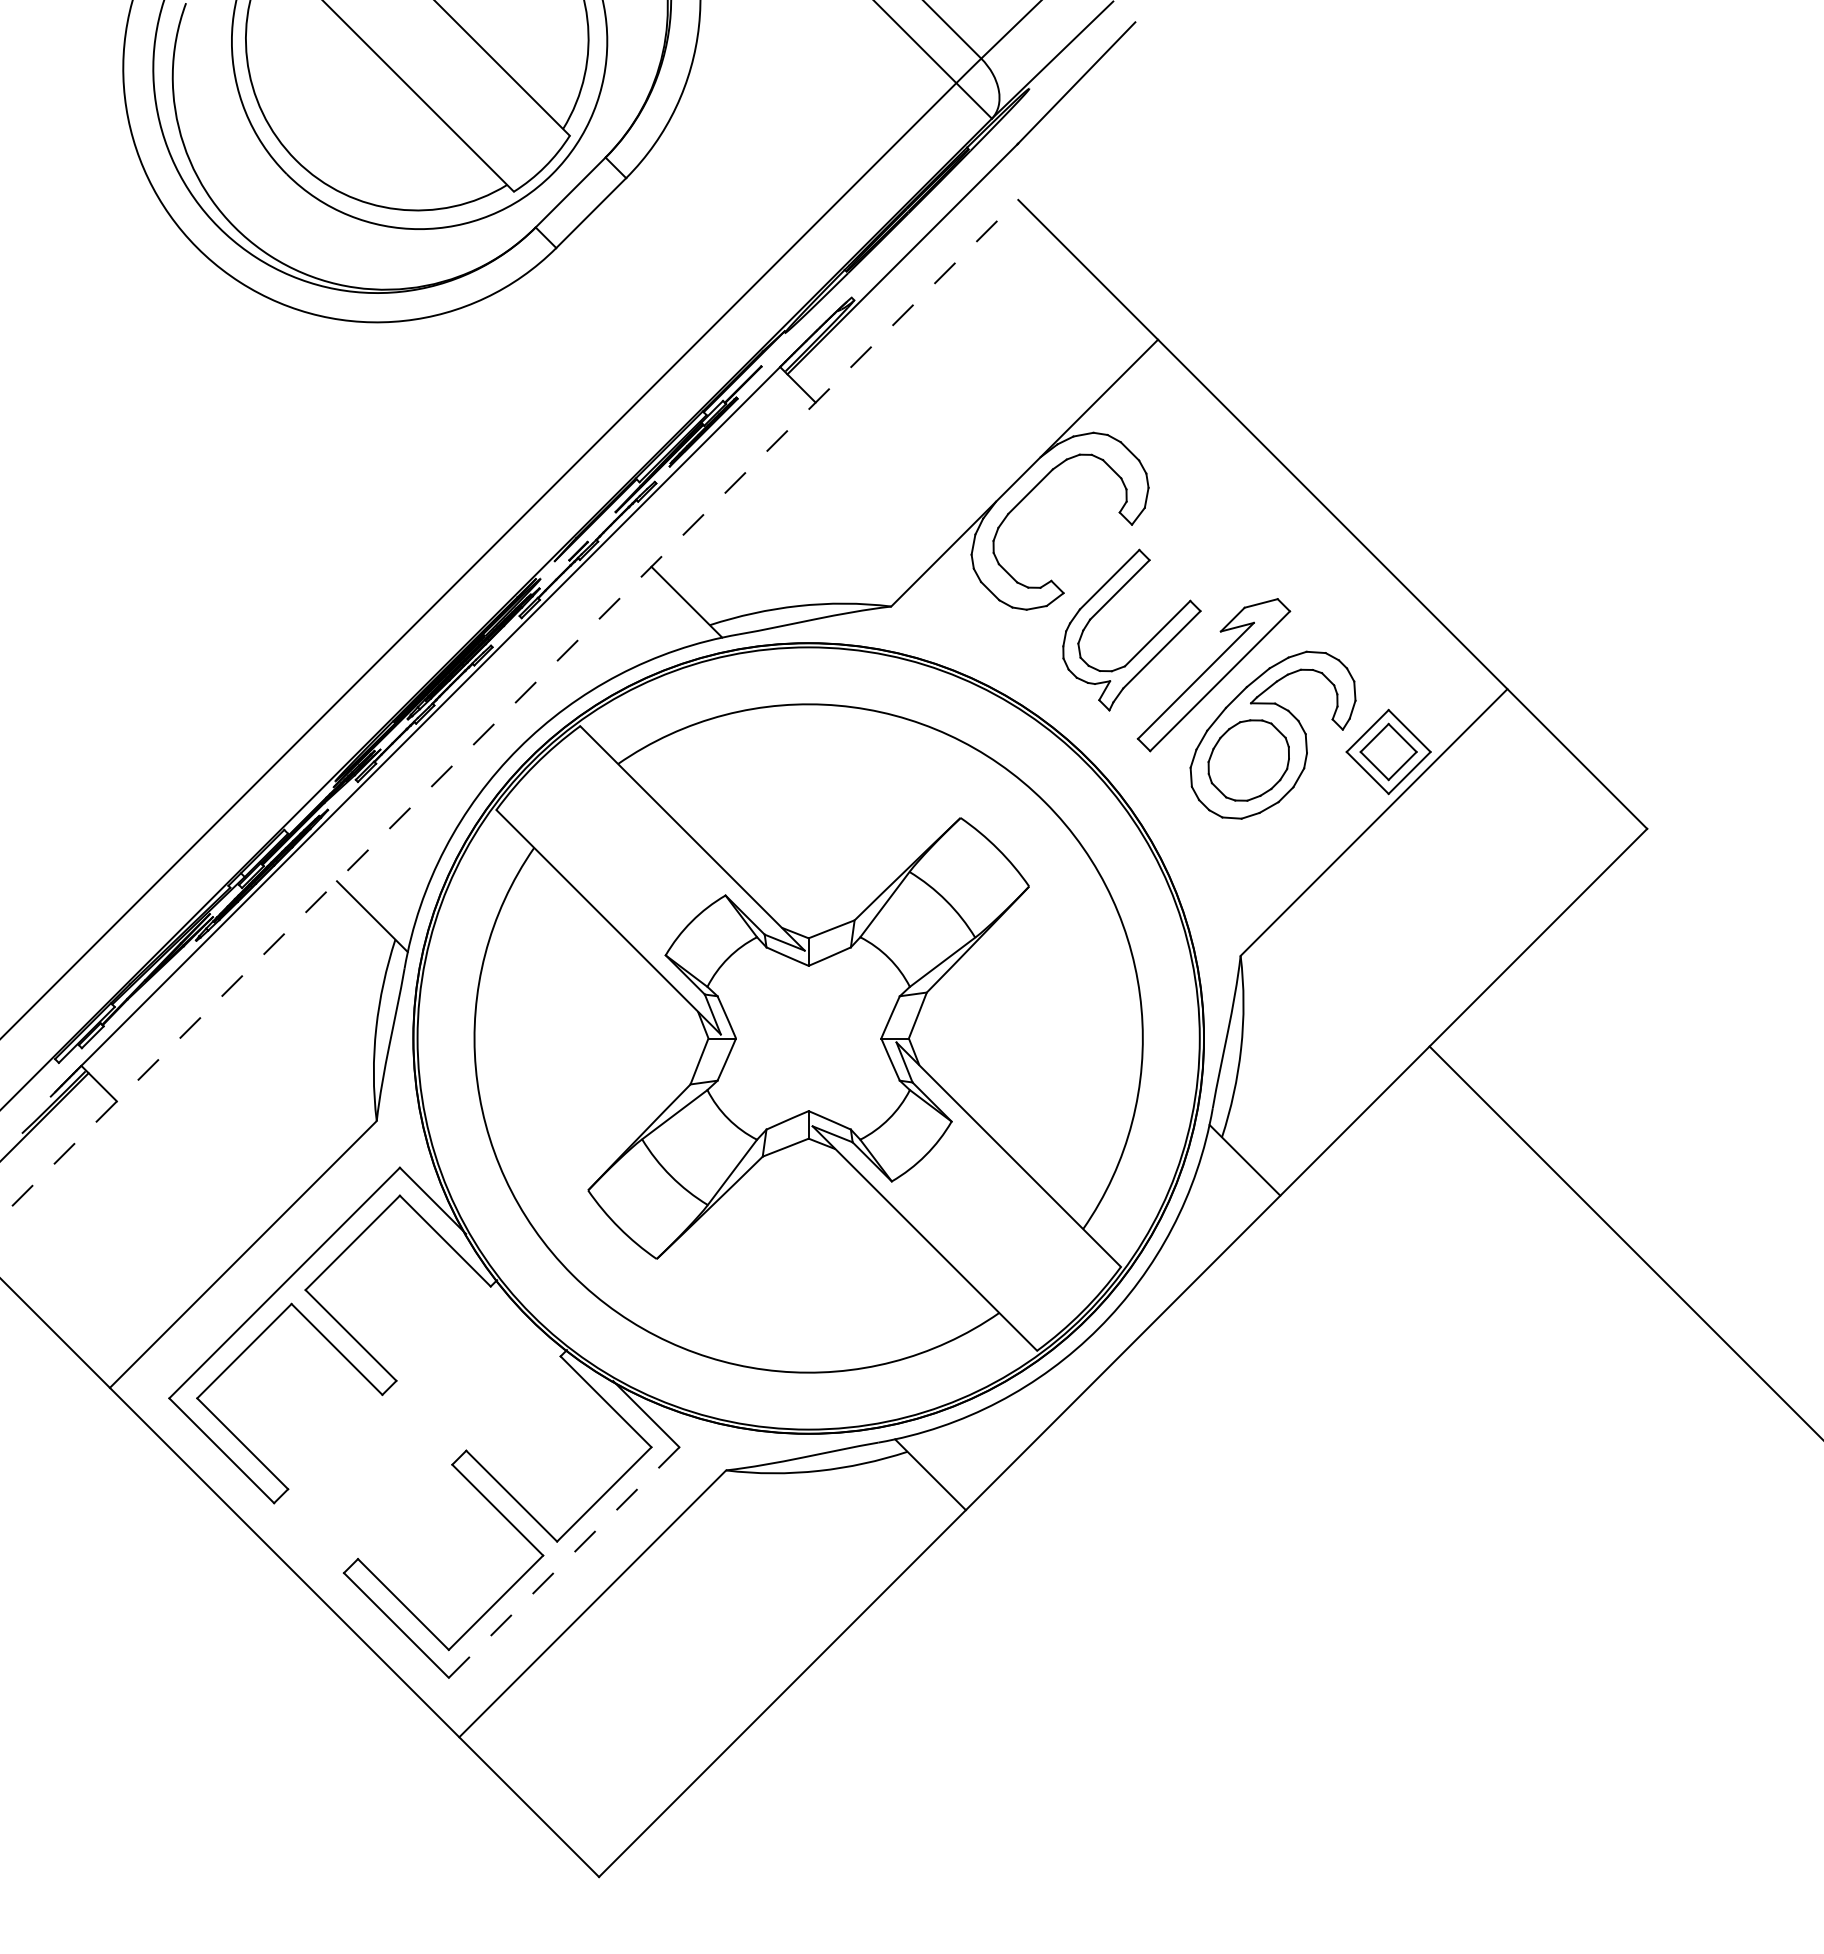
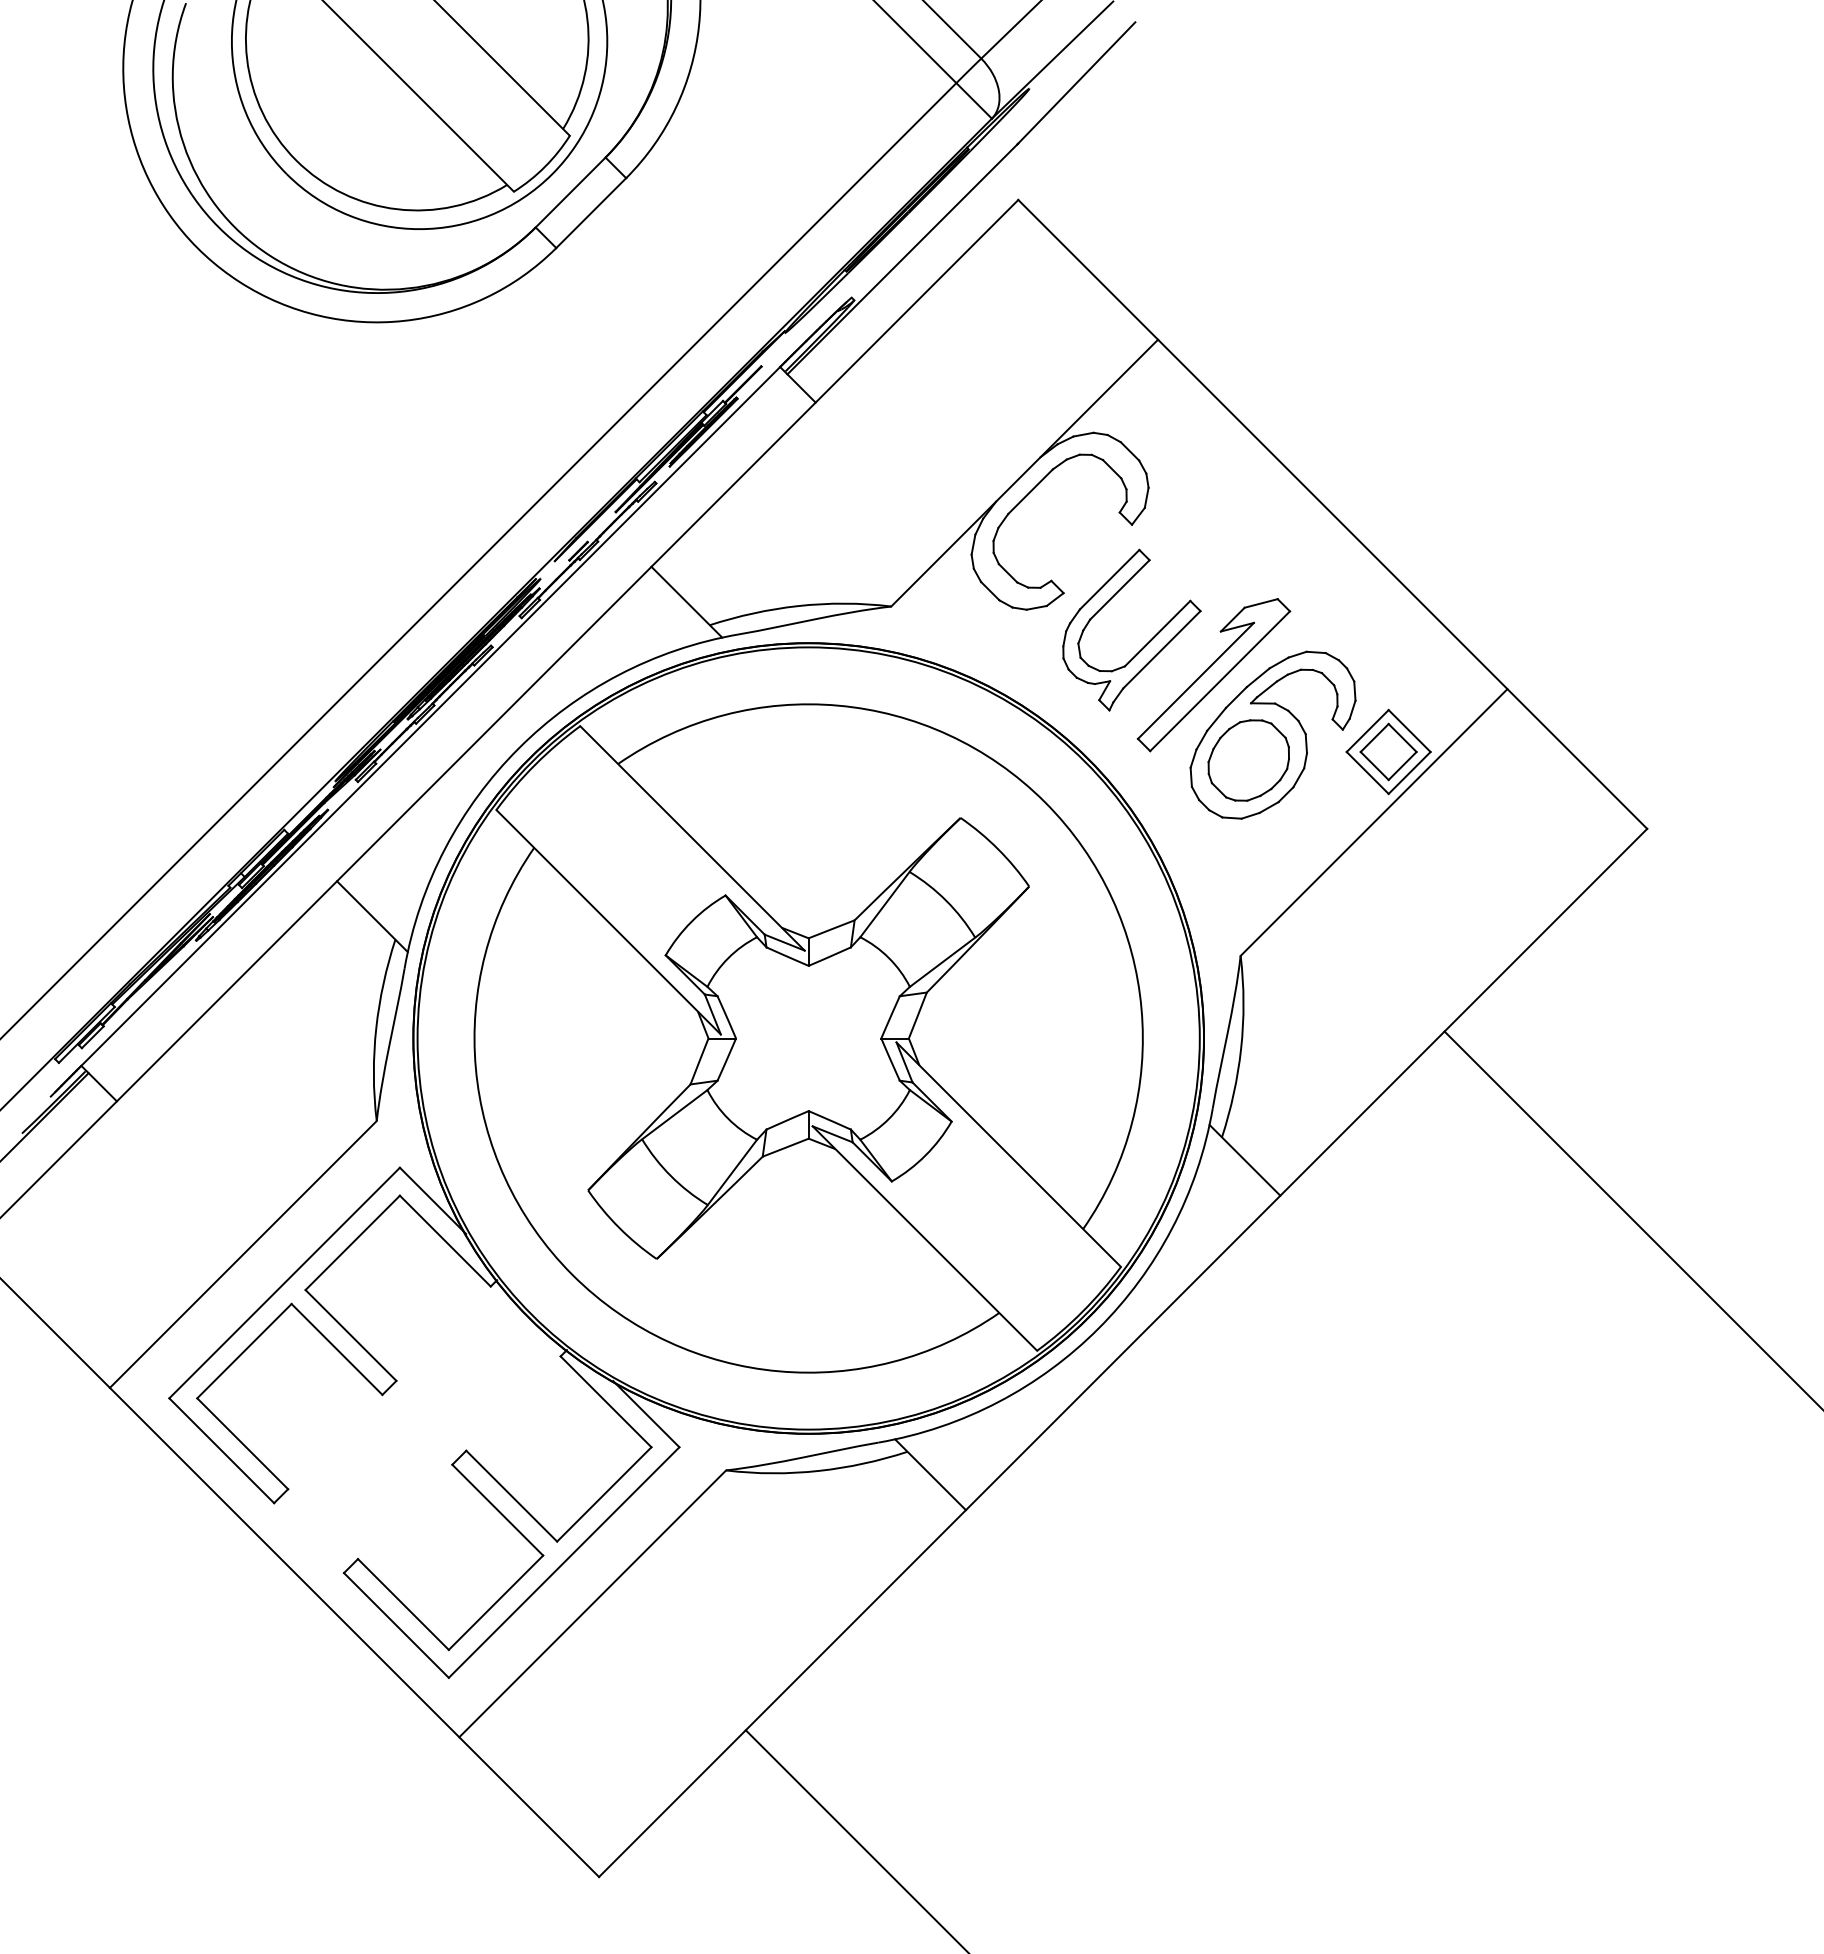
line at (509, 708): dashed -> solid
line at (1624, 1241) position: (1624, 1241) -> (1632, 1219)
line at (564, 1562): dashed -> solid
line at (855, 1840): none -> present
